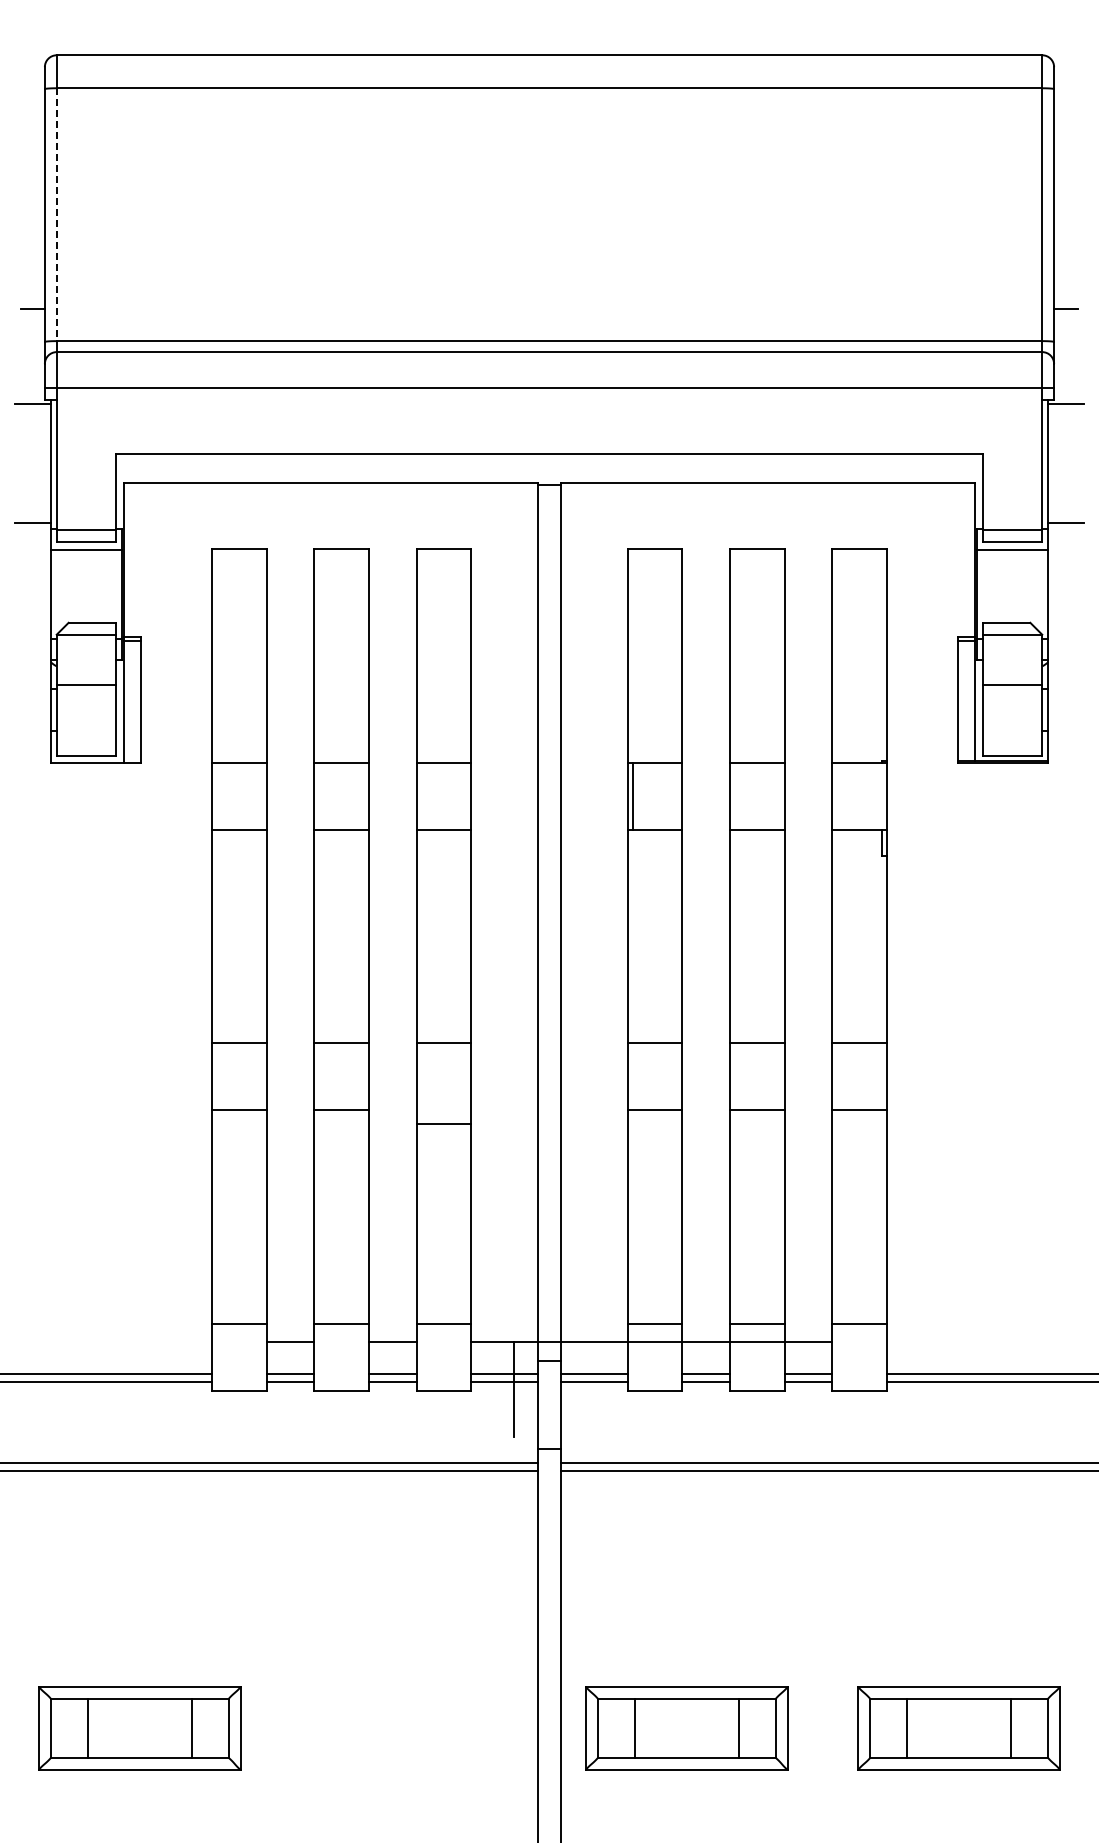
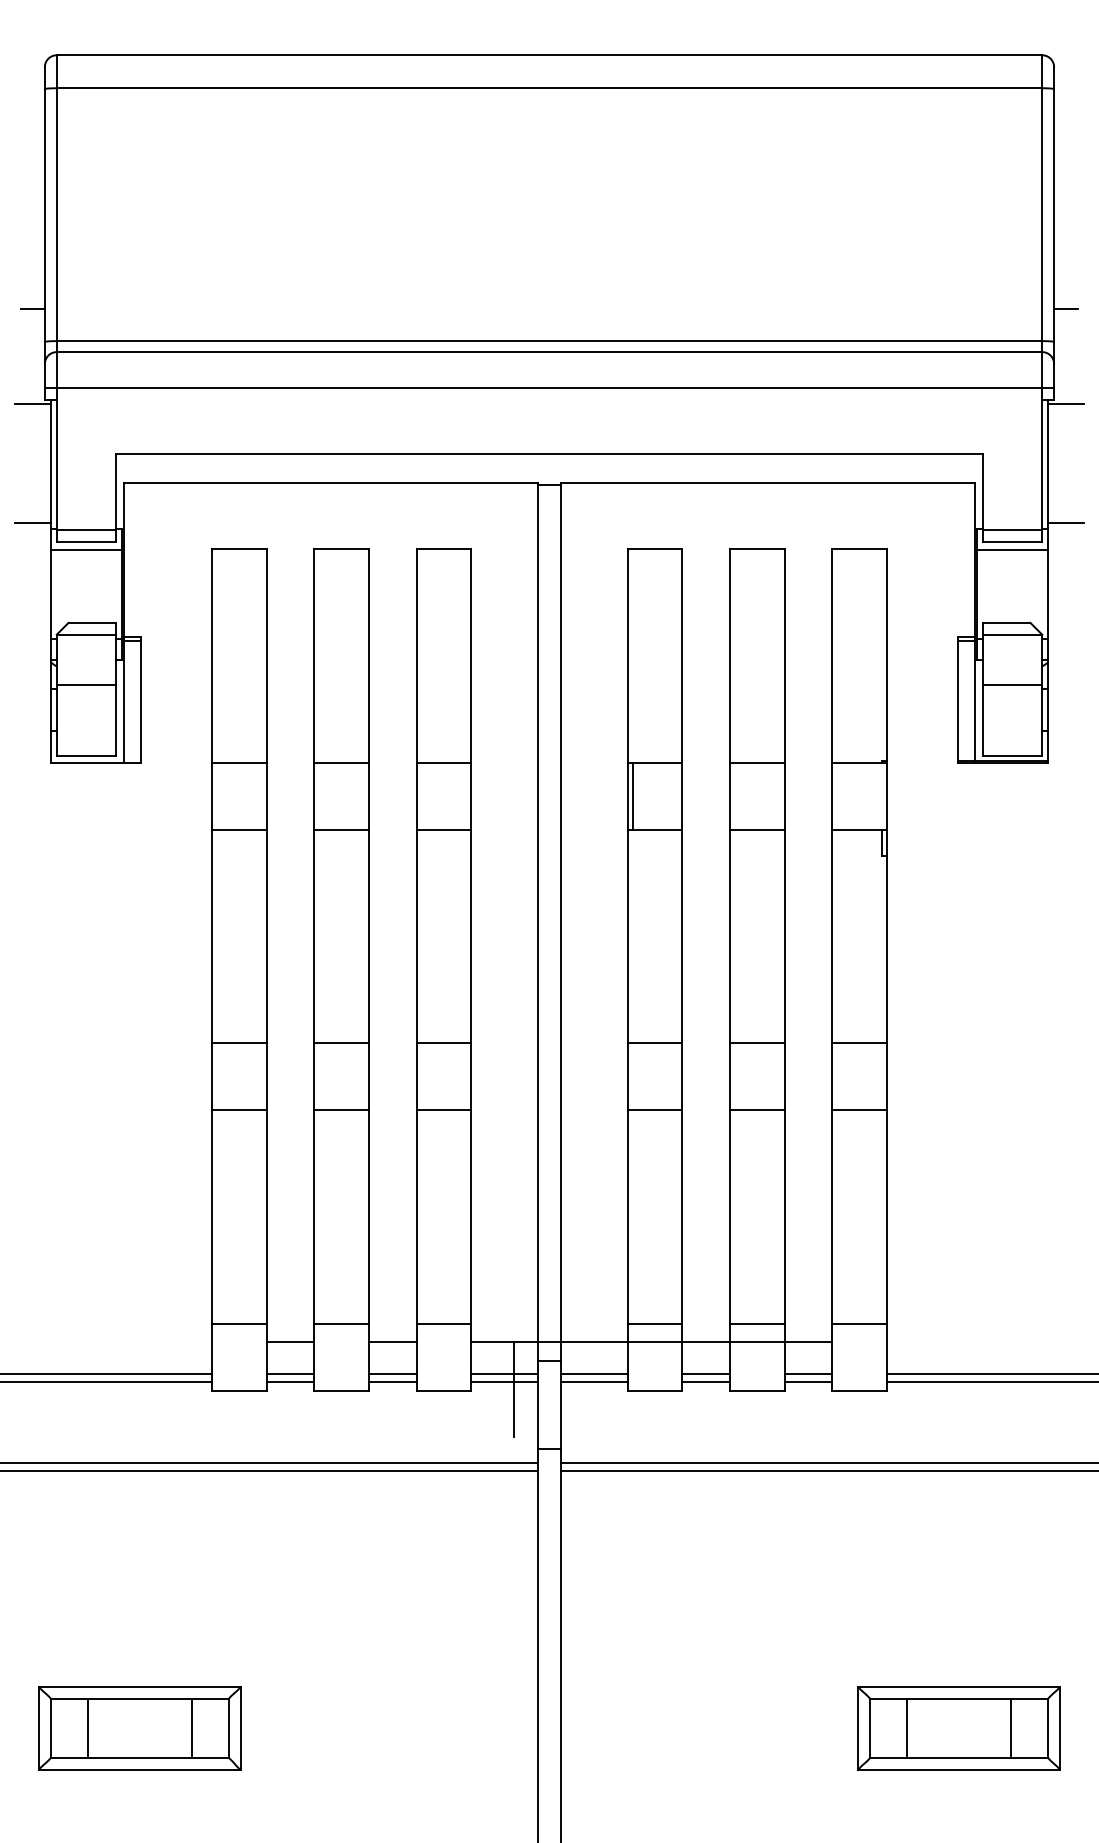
line at (56, 215): dashed -> solid
line at (443, 1123) position: (443, 1123) -> (443, 1109)
part at (686, 1728): present -> none
